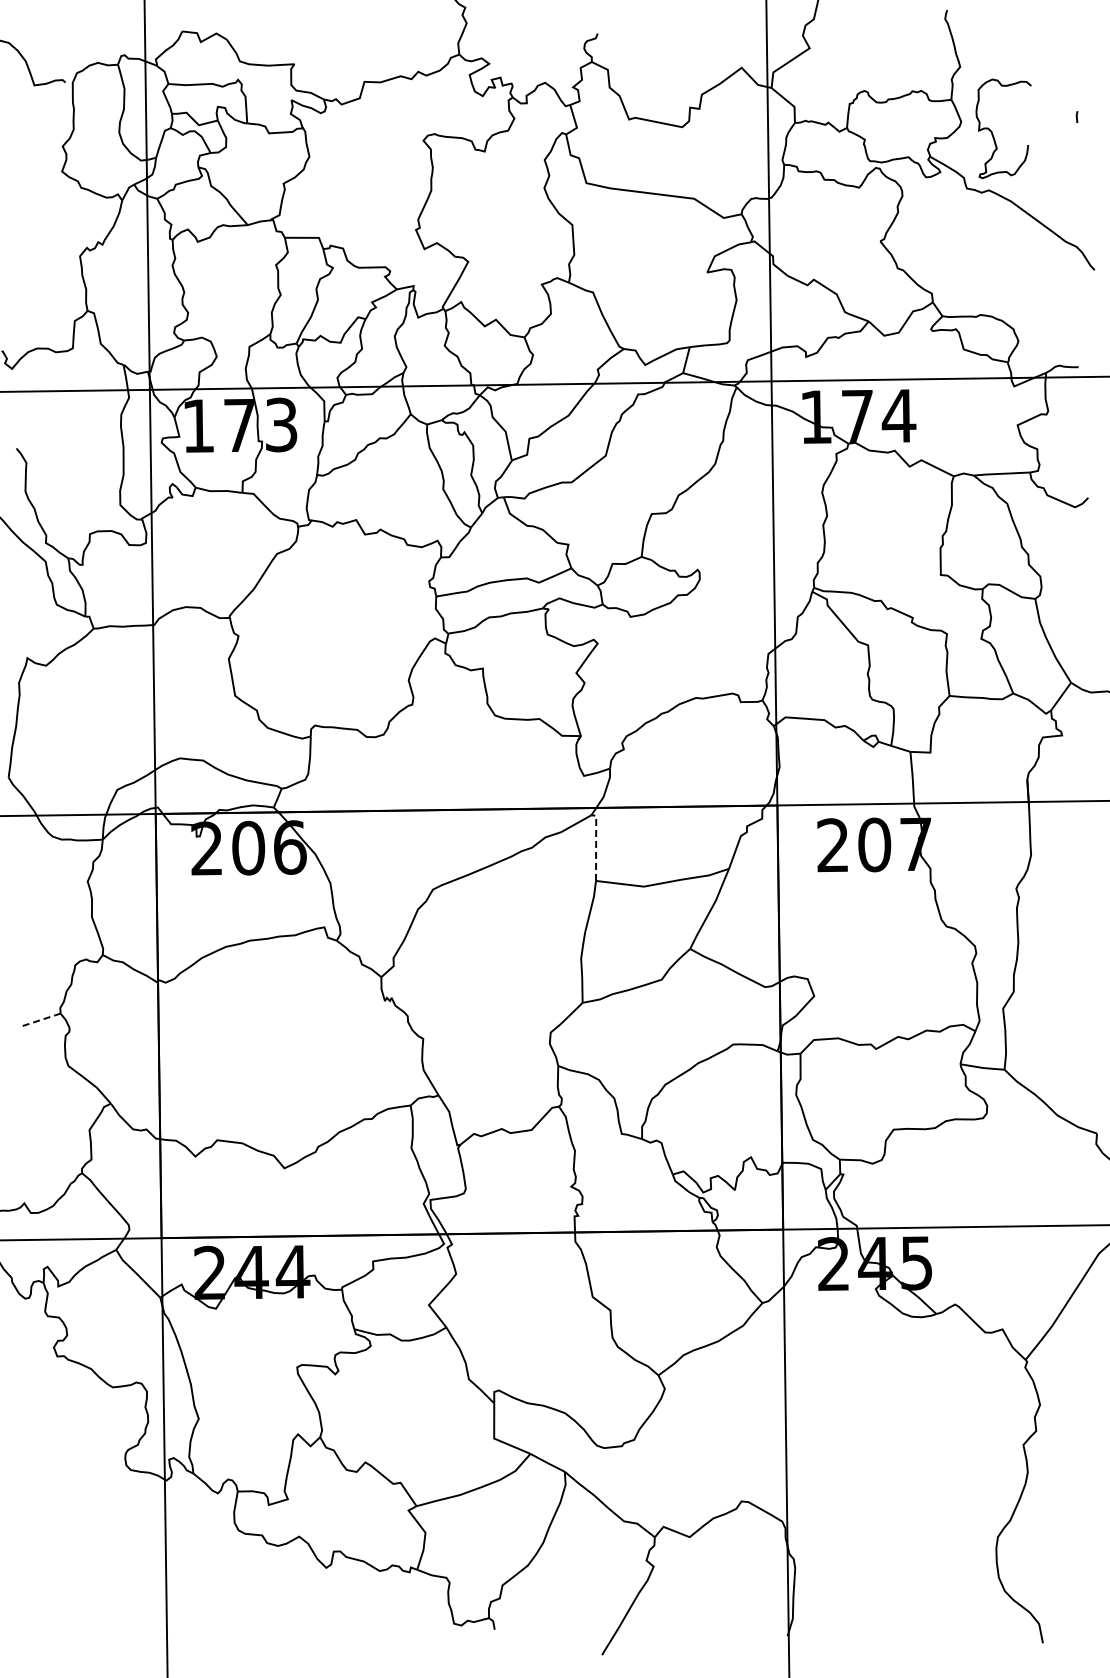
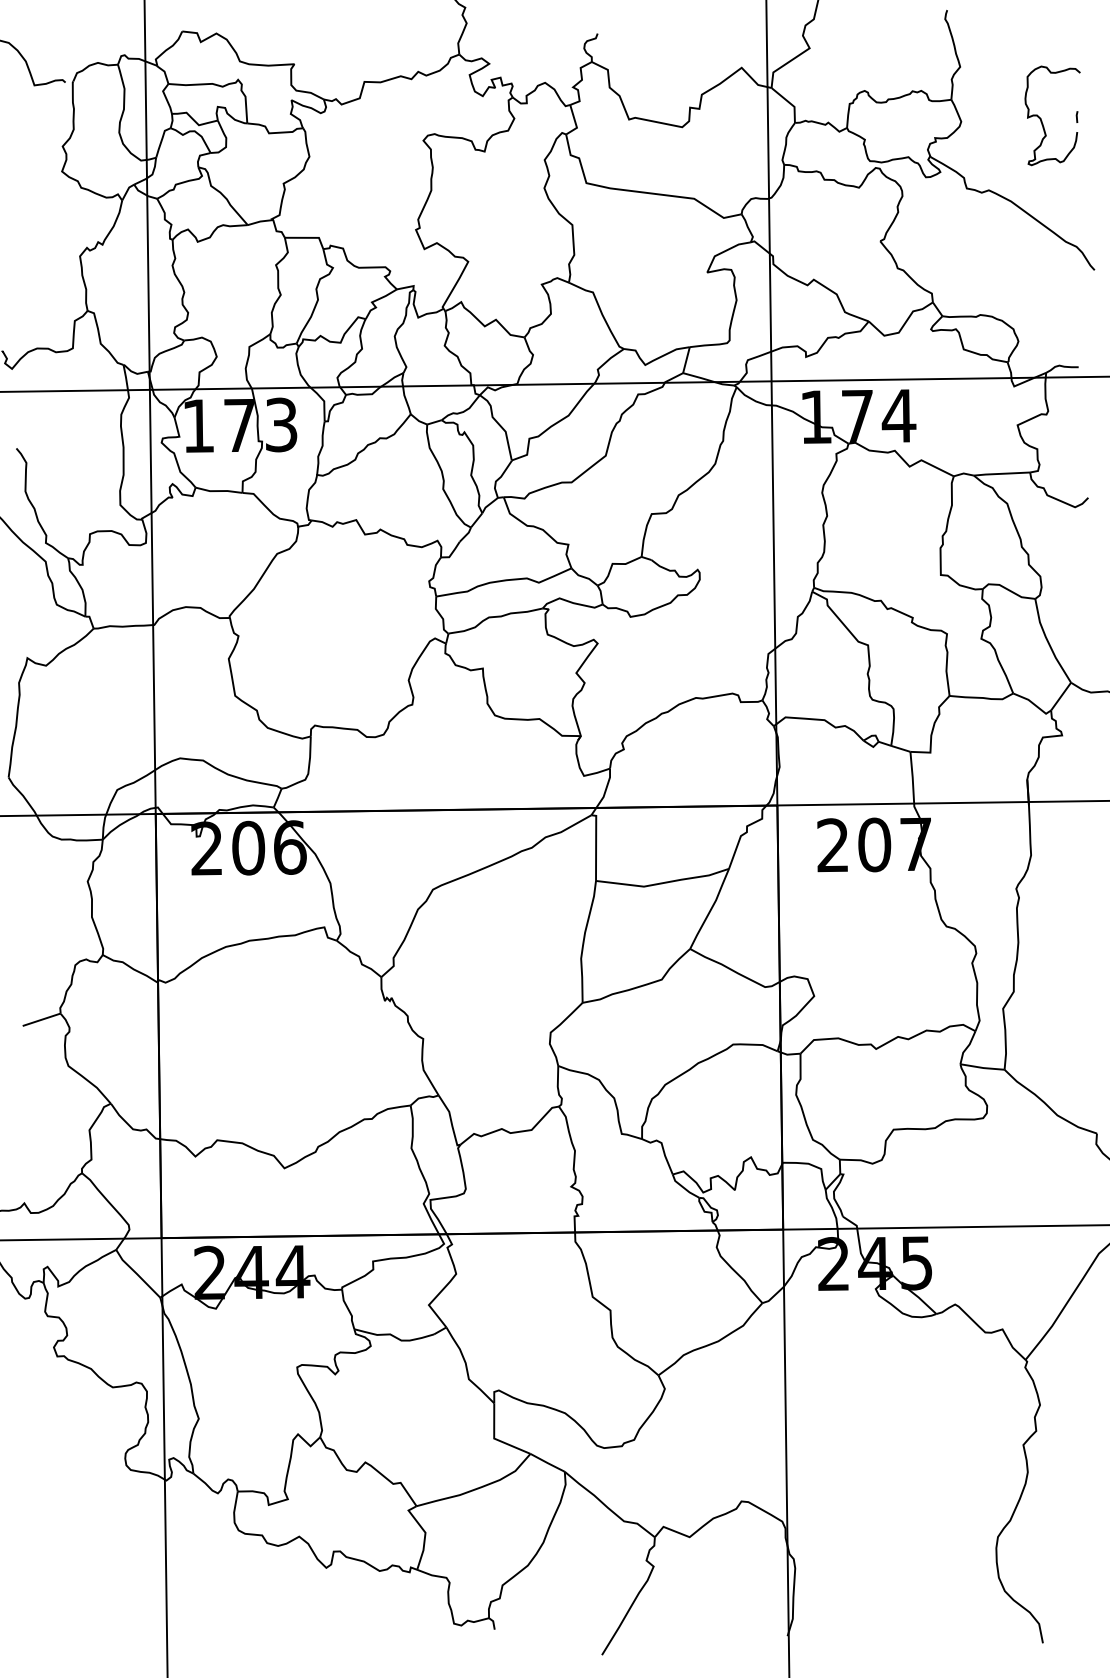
curve at (993, 133) position: (993, 133) -> (1042, 120)
line at (596, 845): dashed -> solid
line at (41, 1019): dashed -> solid
